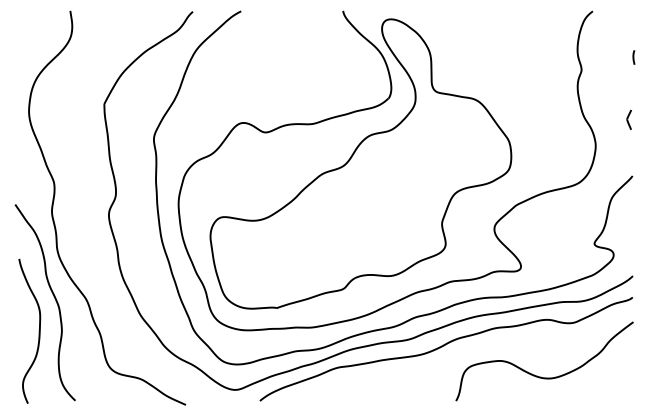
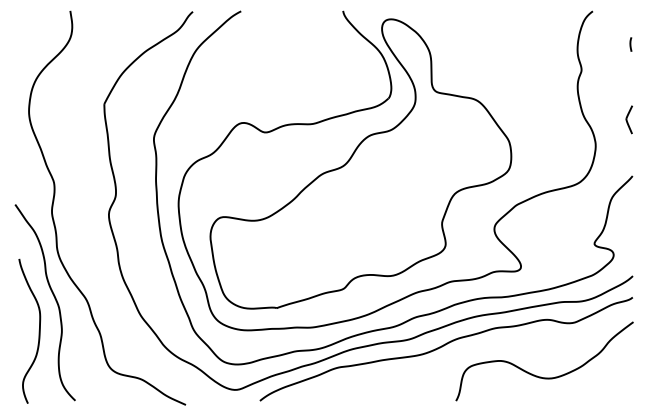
curve at (633, 57) position: (633, 57) -> (630, 44)
part at (628, 119) size: 6x21 px -> 8x30 px
